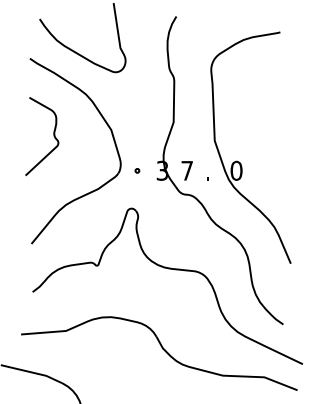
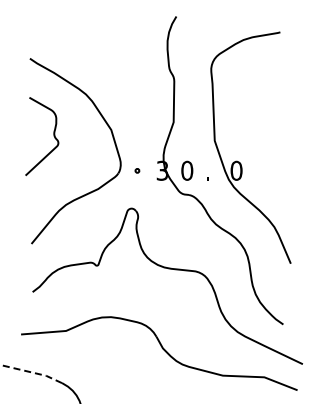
curve at (74, 50): present -> none
text at (187, 170): 7 -> 0
line at (32, 372): solid -> dashed
